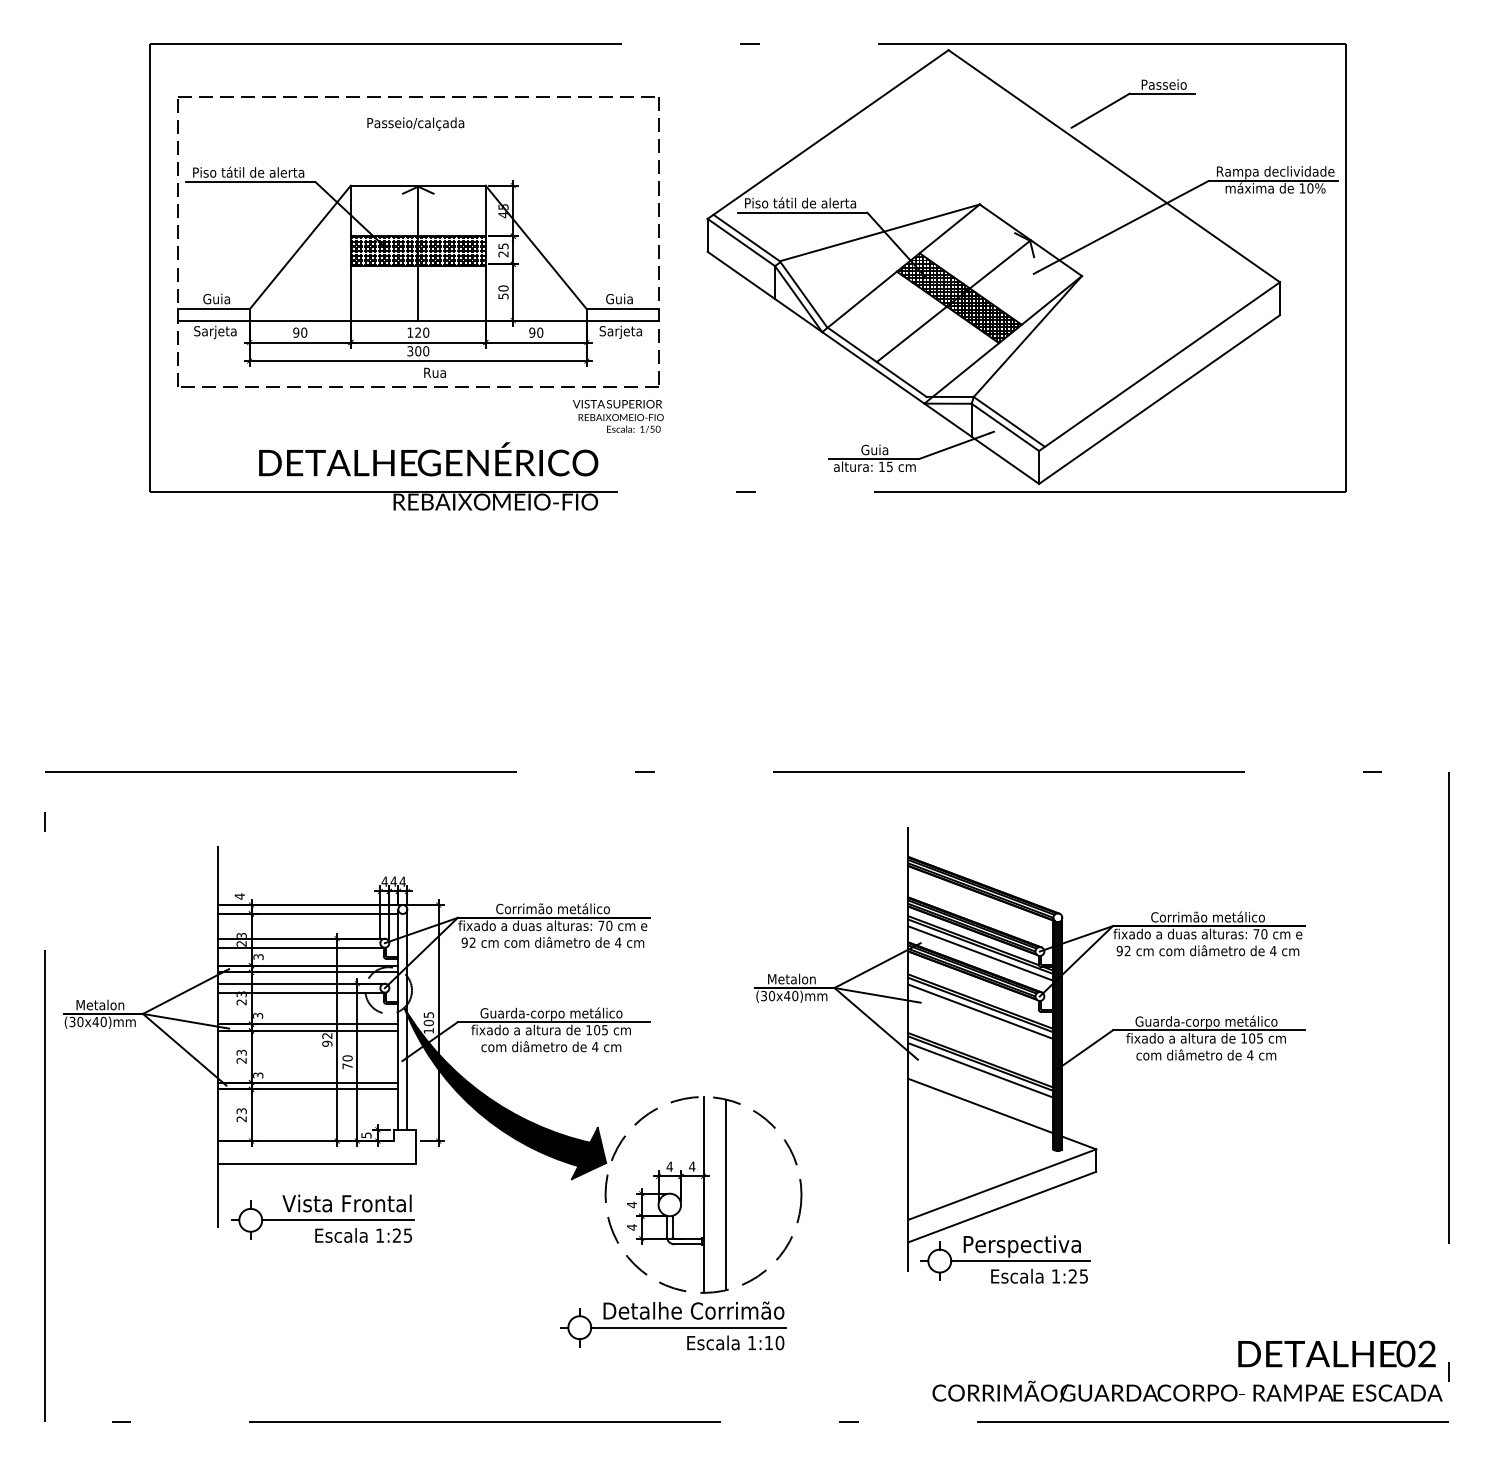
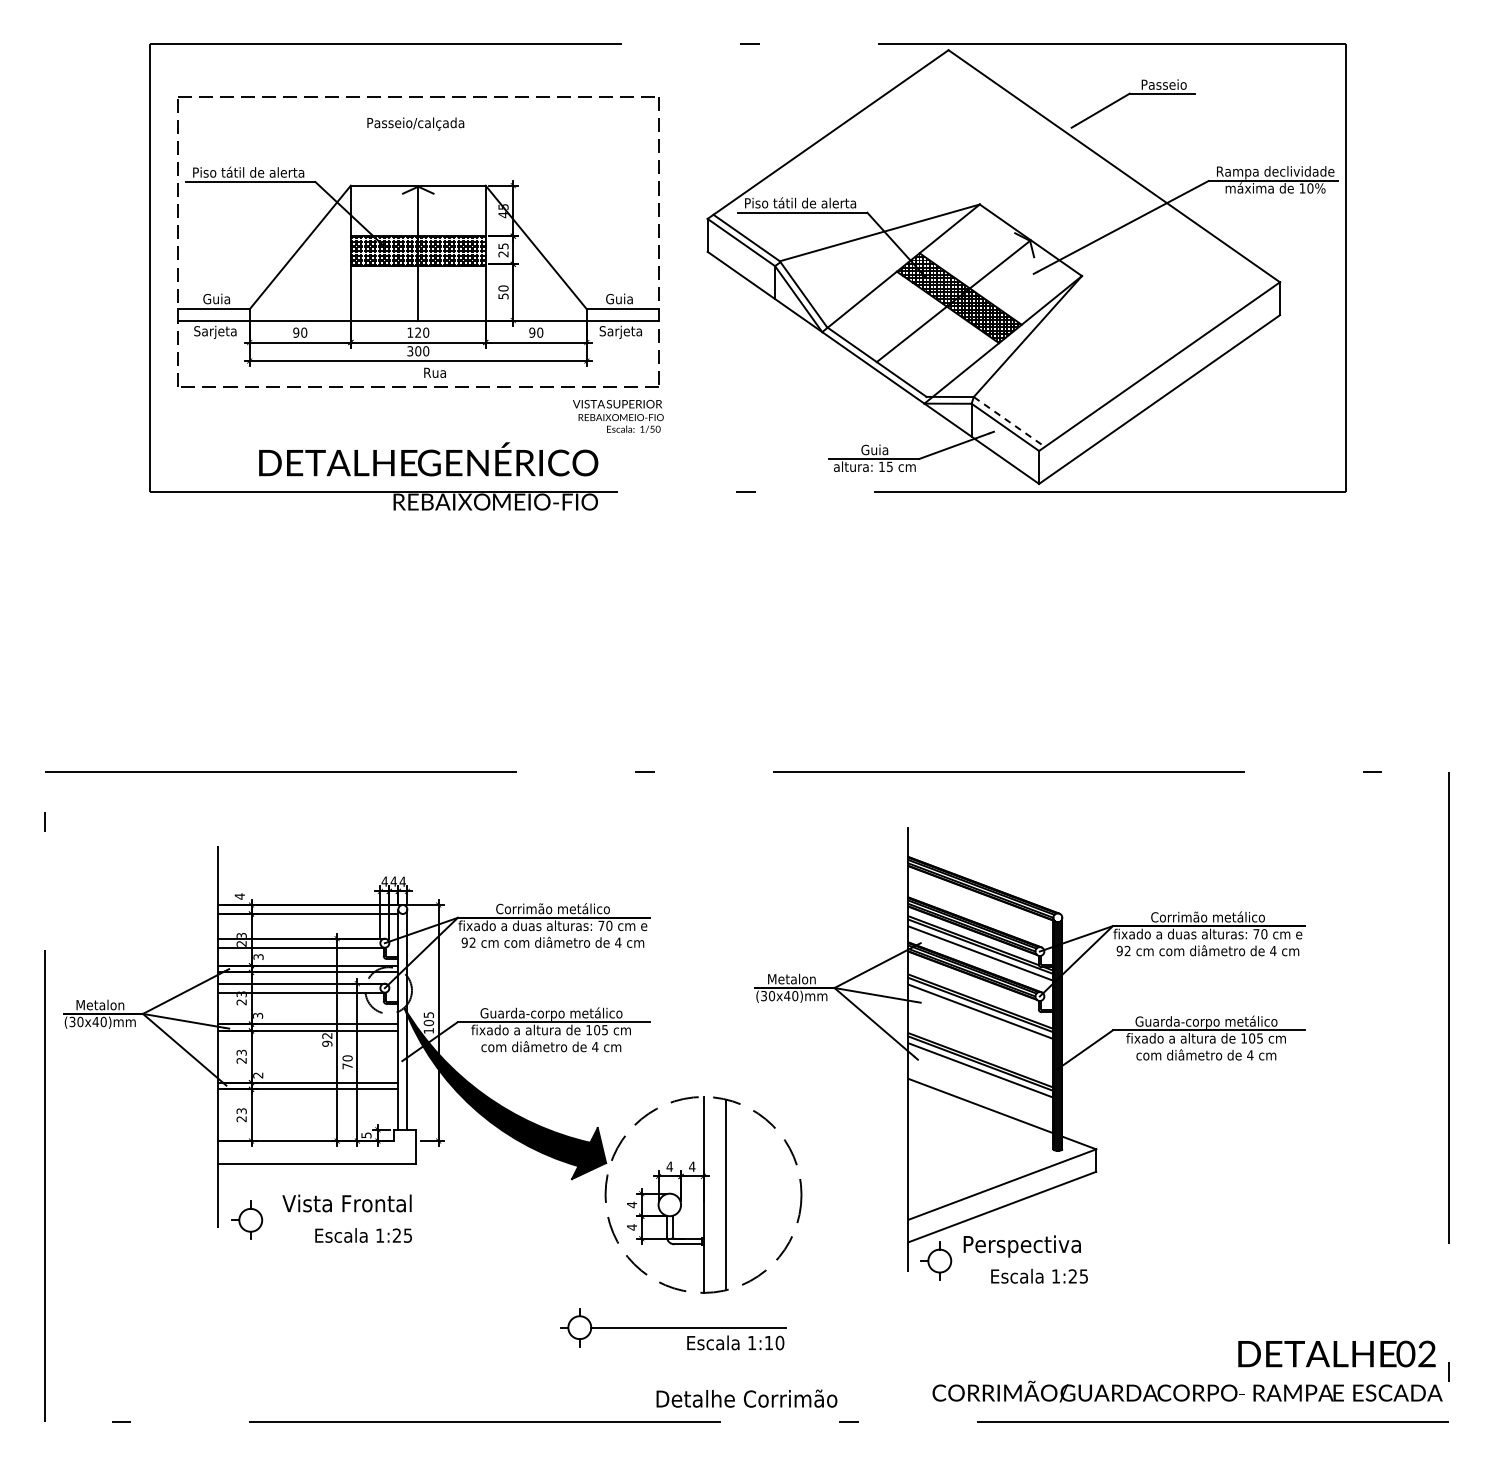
line at (1009, 422): solid -> dashed
text at (258, 1075): 3 -> 2
line at (337, 1220): present -> none
line at (1020, 1261): present -> none
text at (693, 1310) position: (693, 1310) -> (746, 1398)
